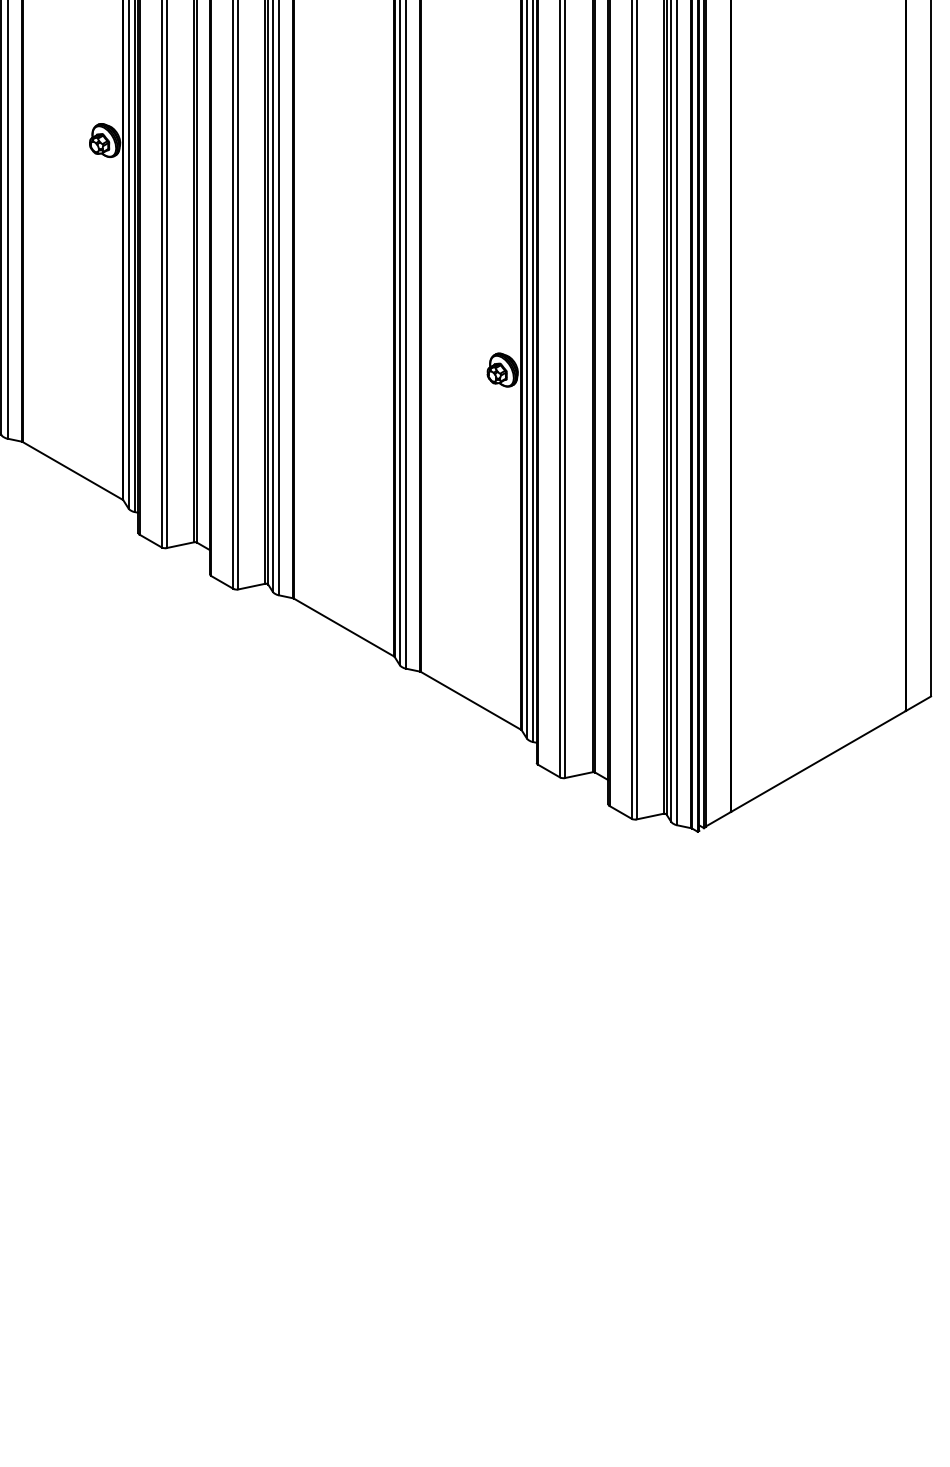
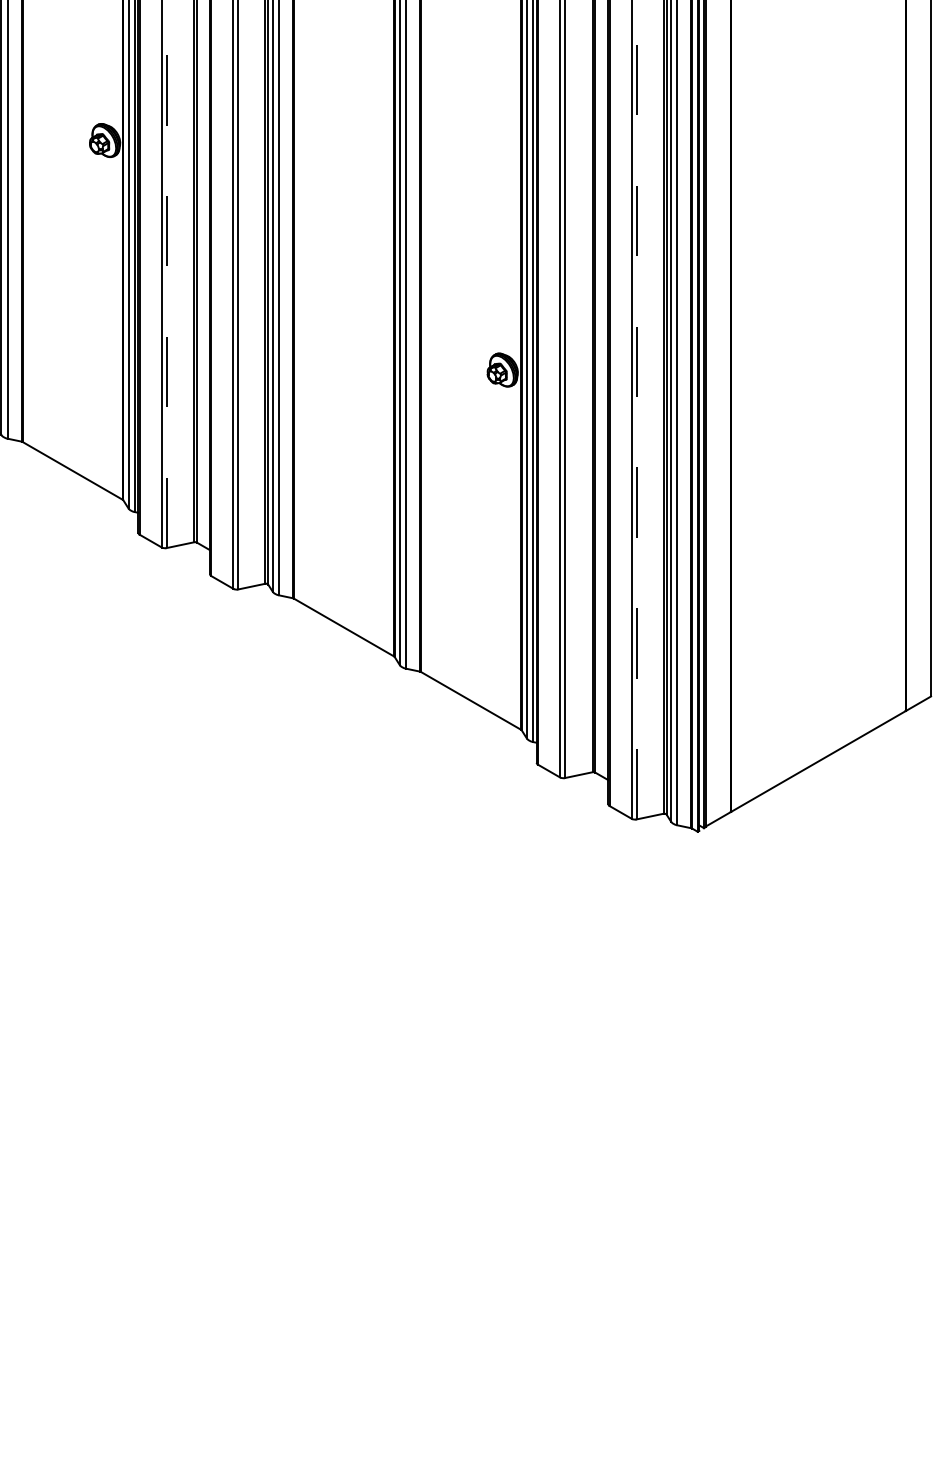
line at (166, 274): solid -> dashed
line at (636, 409): solid -> dashed
